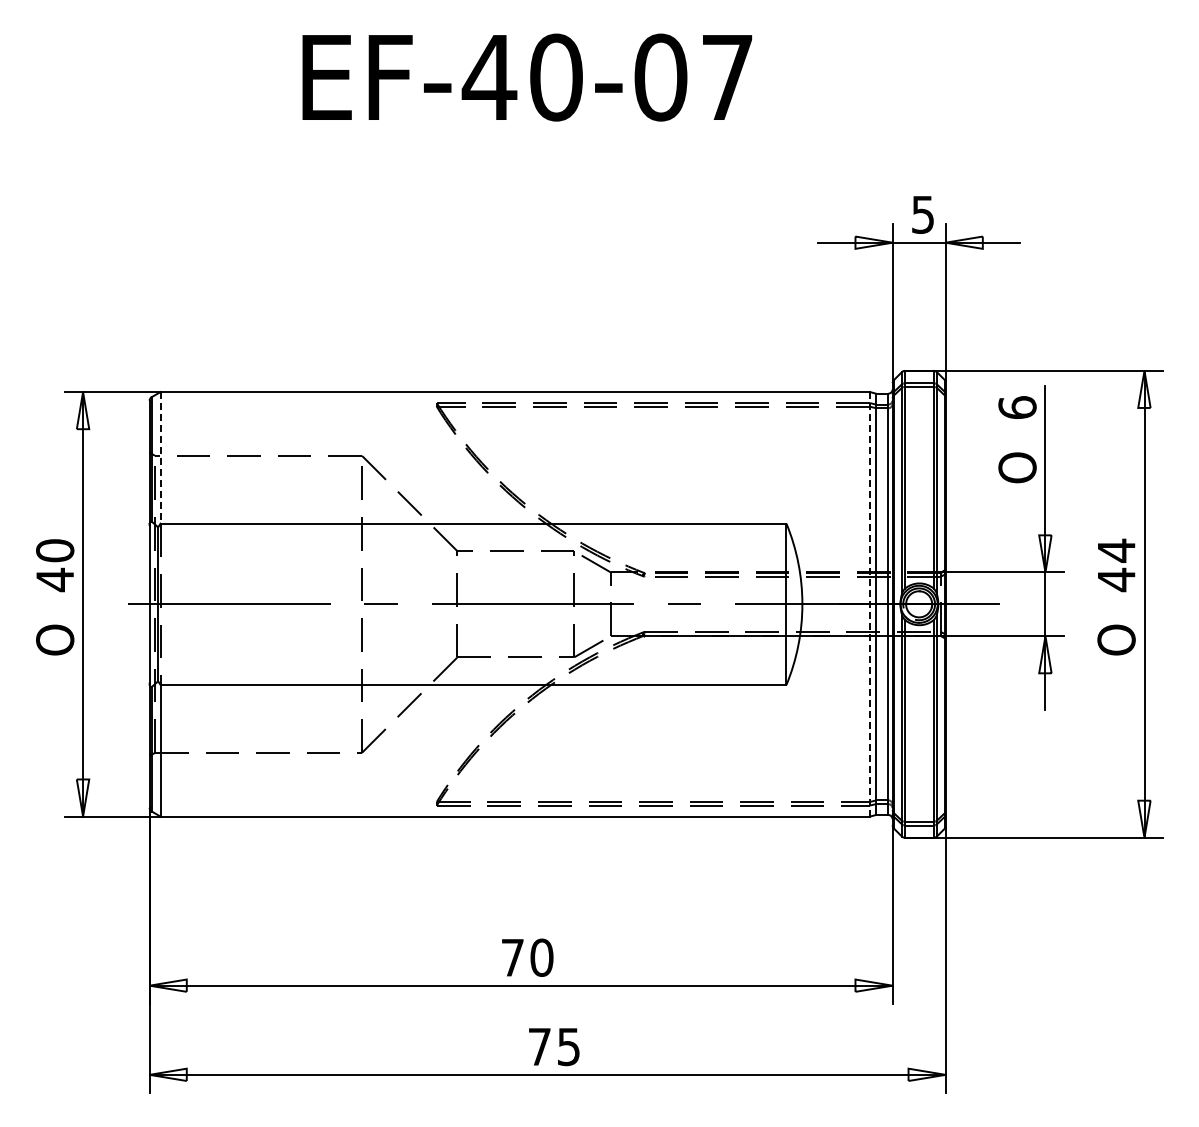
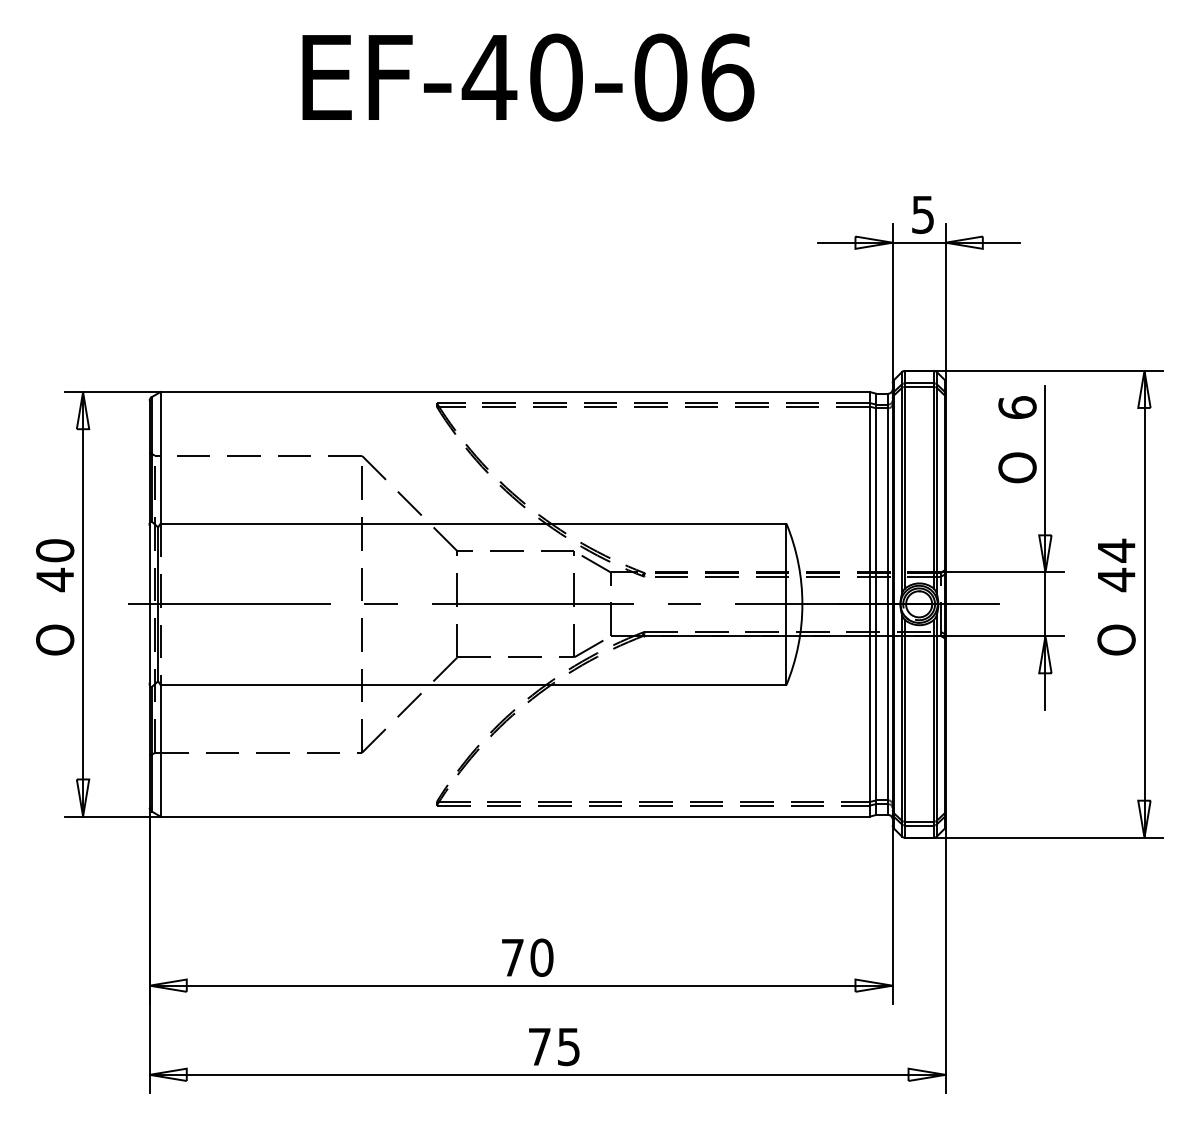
text at (727, 77): EF-40-07 -> EF-40-06
line at (160, 457): dashed -> solid
line at (870, 604): dashed -> solid
